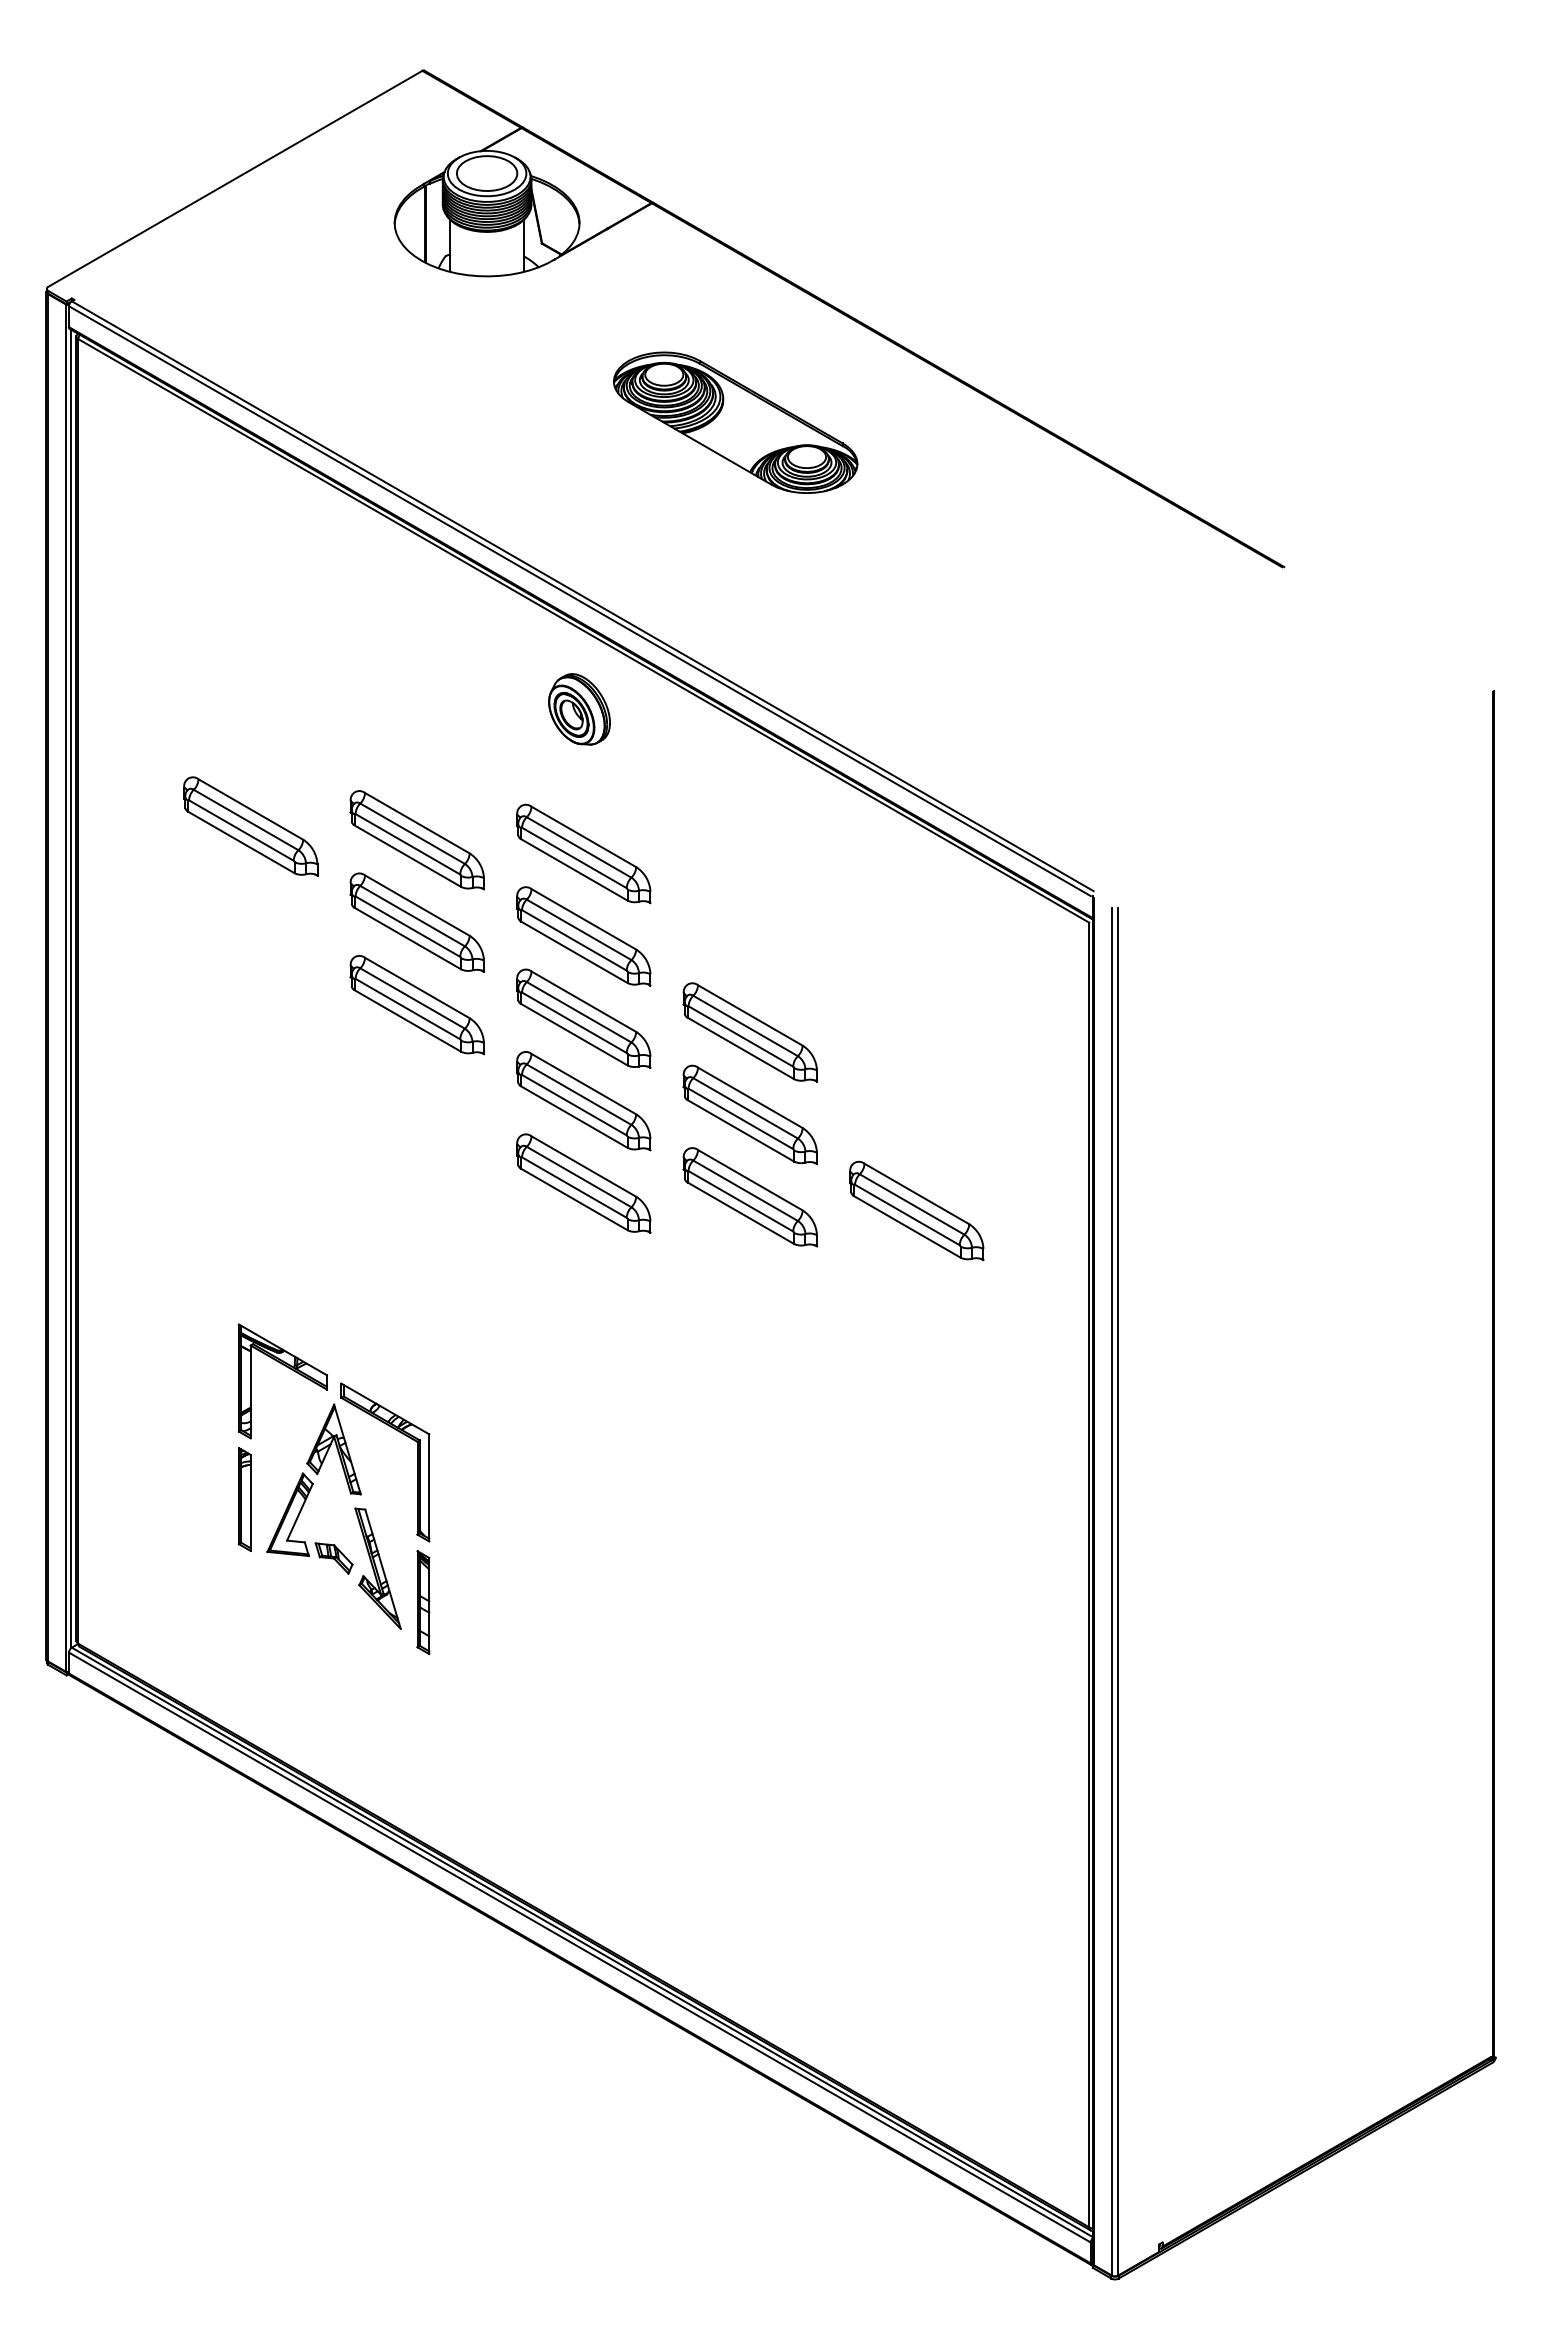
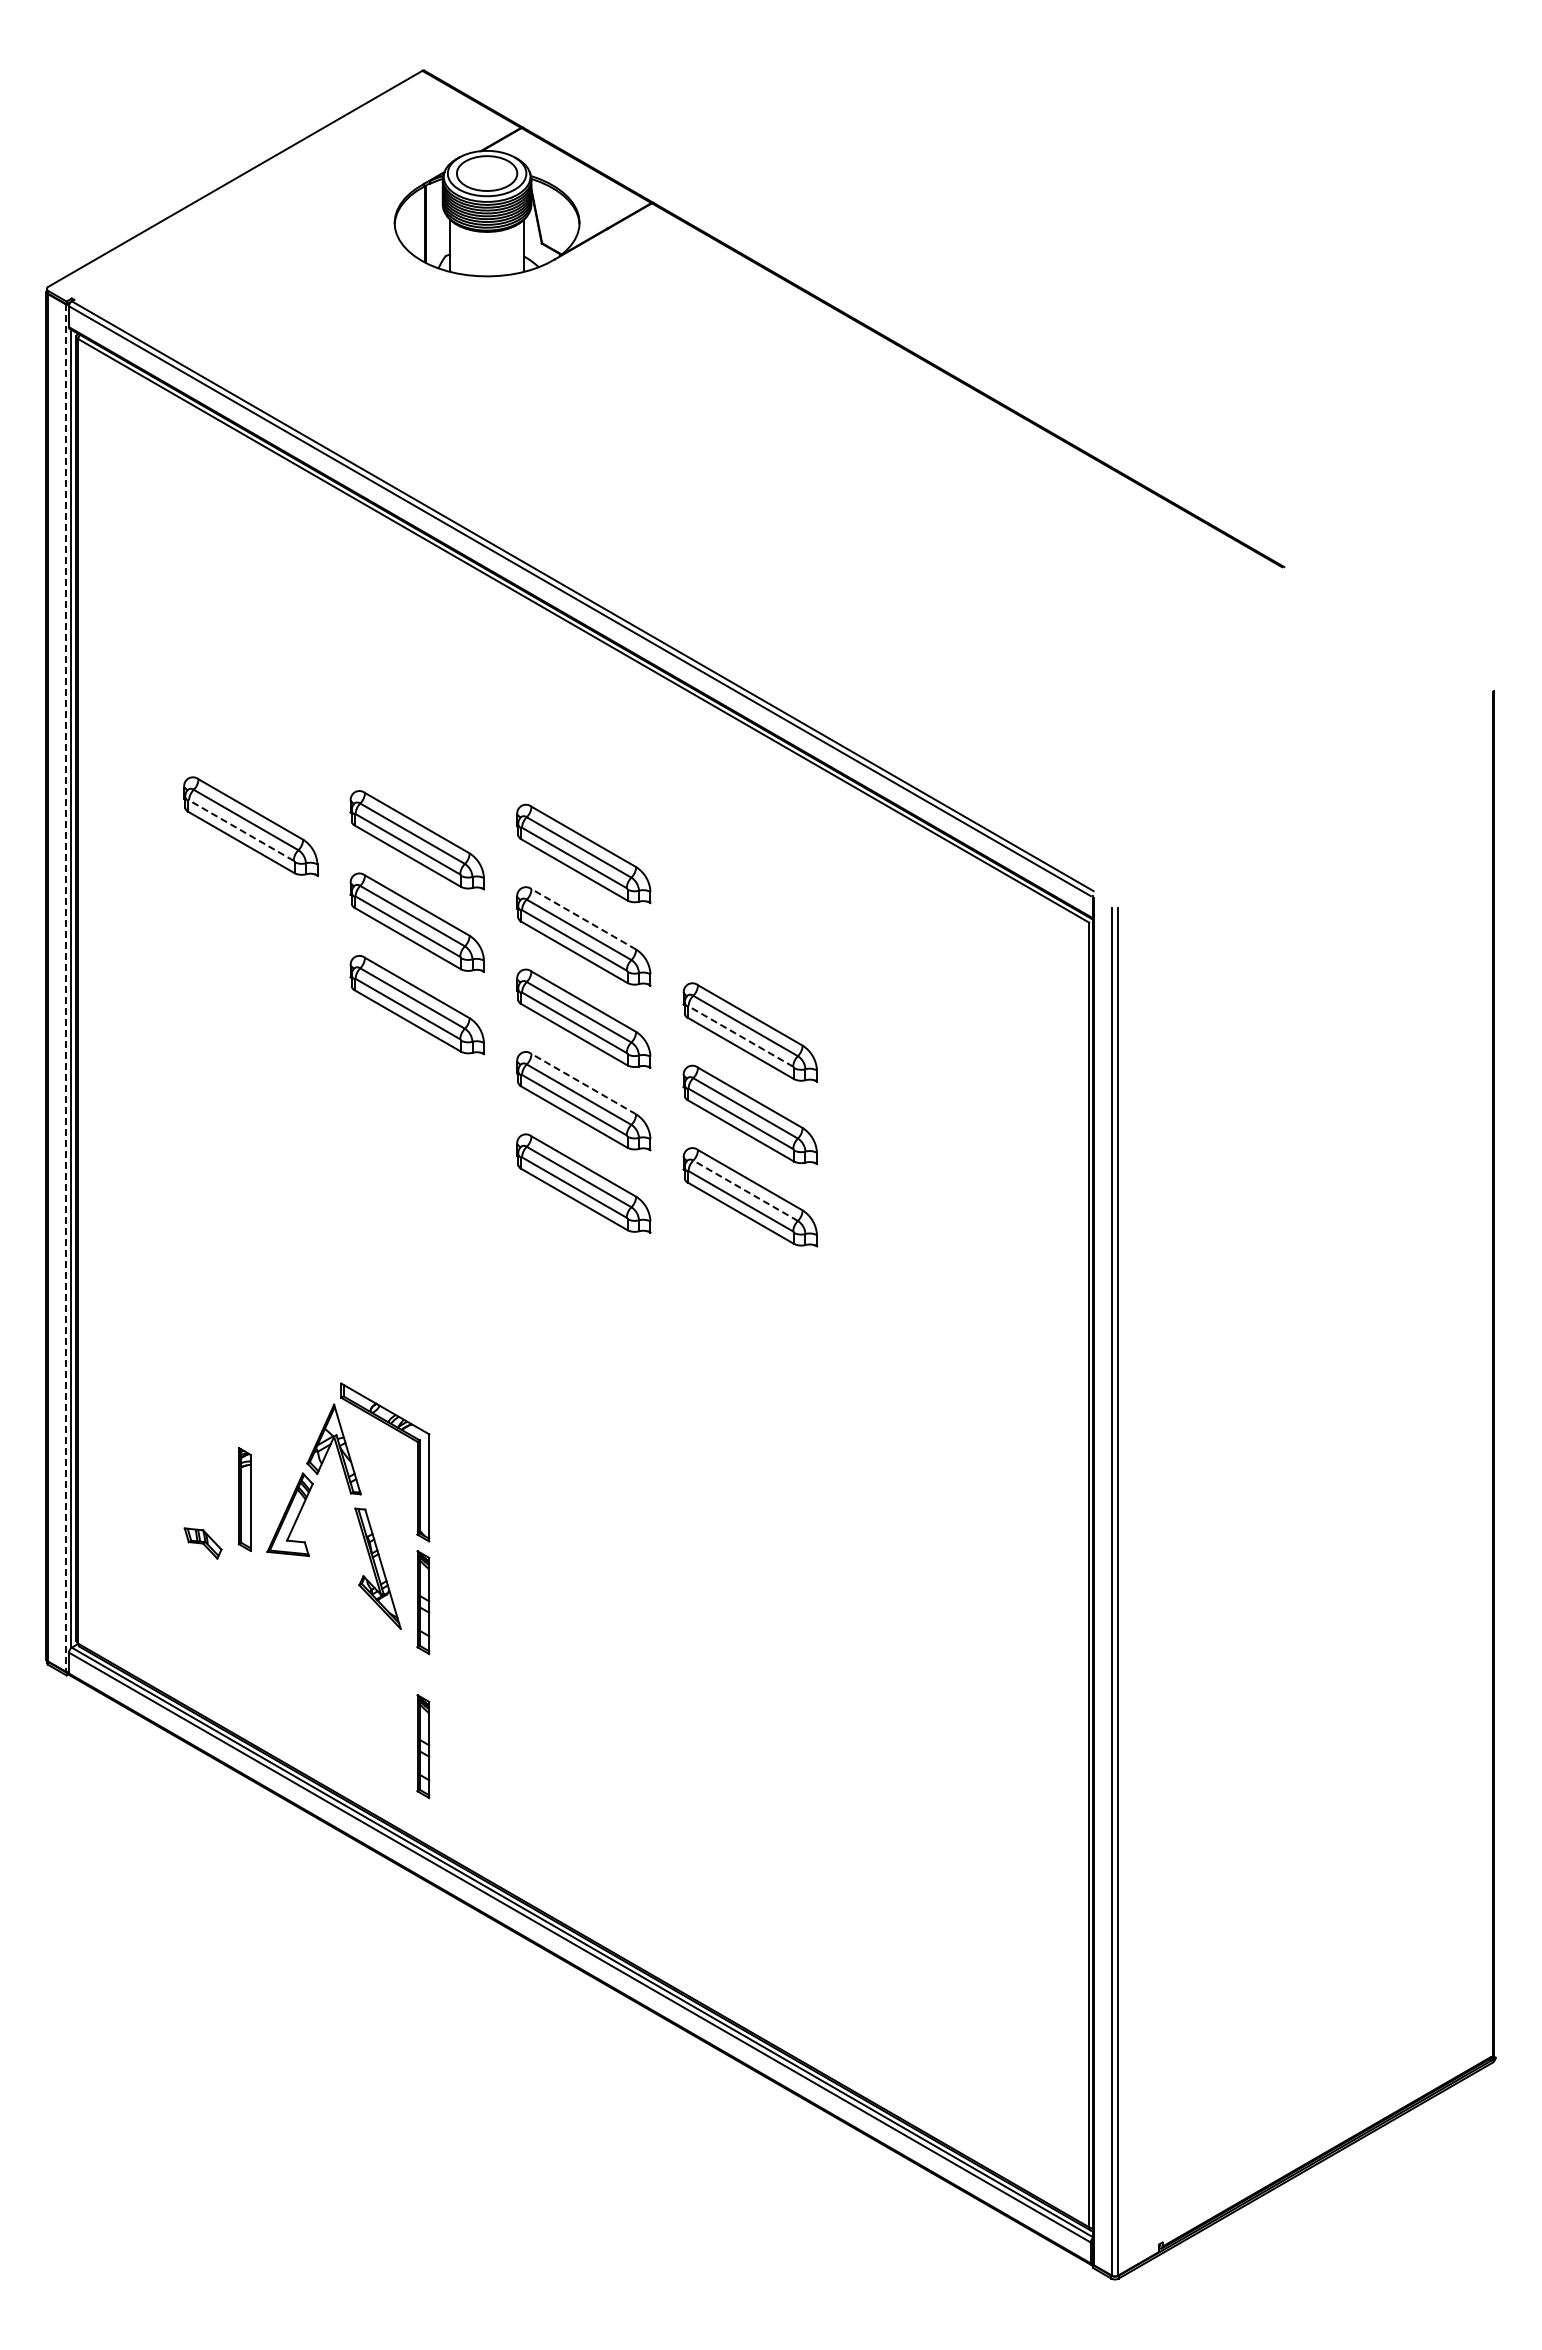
part at (735, 422): present -> none
part at (579, 709): present -> none
line at (240, 830): solid -> dashed
line at (583, 919): solid -> dashed
line at (65, 987): solid -> dashed
line at (740, 1036): solid -> dashed
line at (583, 1083): solid -> dashed
line at (745, 1190): solid -> dashed
part at (916, 1210): present -> none
part at (291, 1370): present -> none
part at (333, 1558) position: (333, 1558) -> (202, 1543)
part at (423, 1746): none -> present
